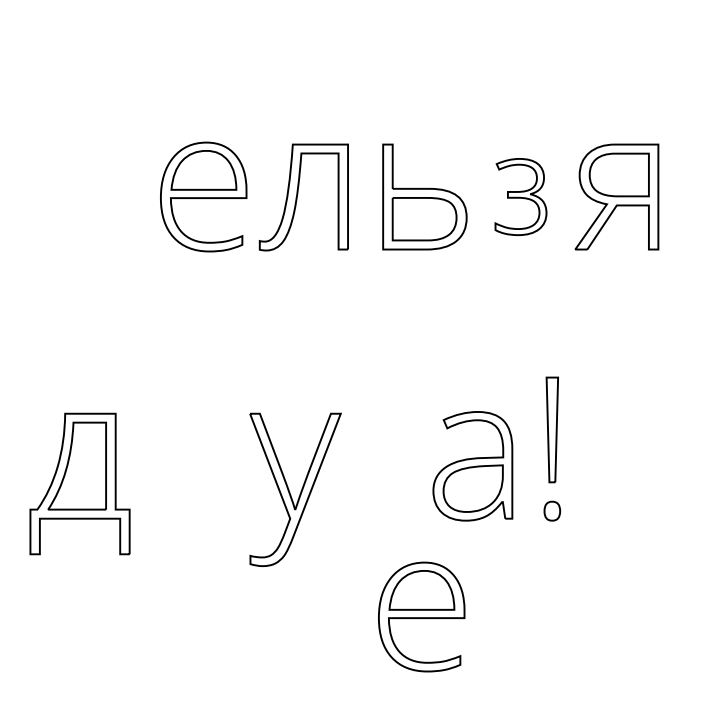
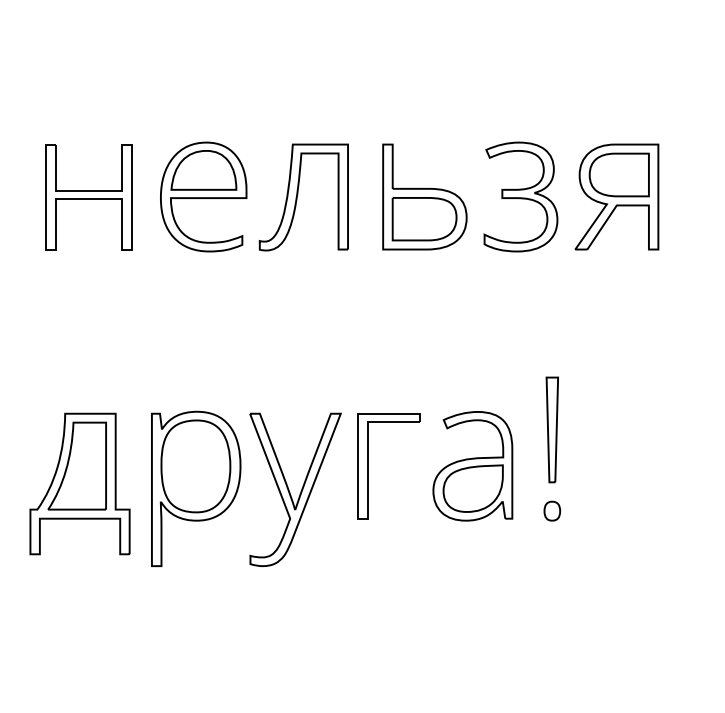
part at (520, 196) size: 54x78 px -> 76x112 px
part at (88, 197): none -> present
part at (368, 466): none -> present
part at (196, 488): none -> present
part at (421, 616): present -> none
